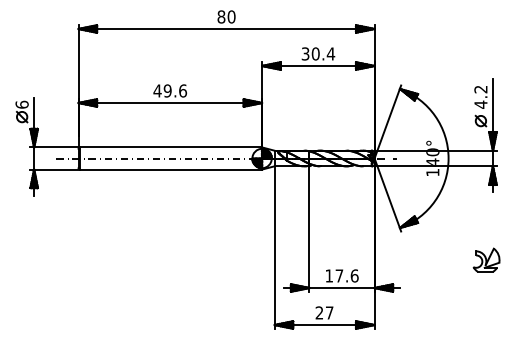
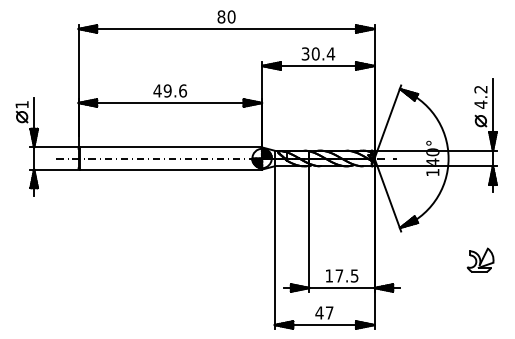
text at (21, 104): 6 -> 1
part at (486, 259) position: (486, 259) -> (480, 259)
text at (354, 275): 17.6 -> 17.5
text at (319, 312): 27 -> 47
